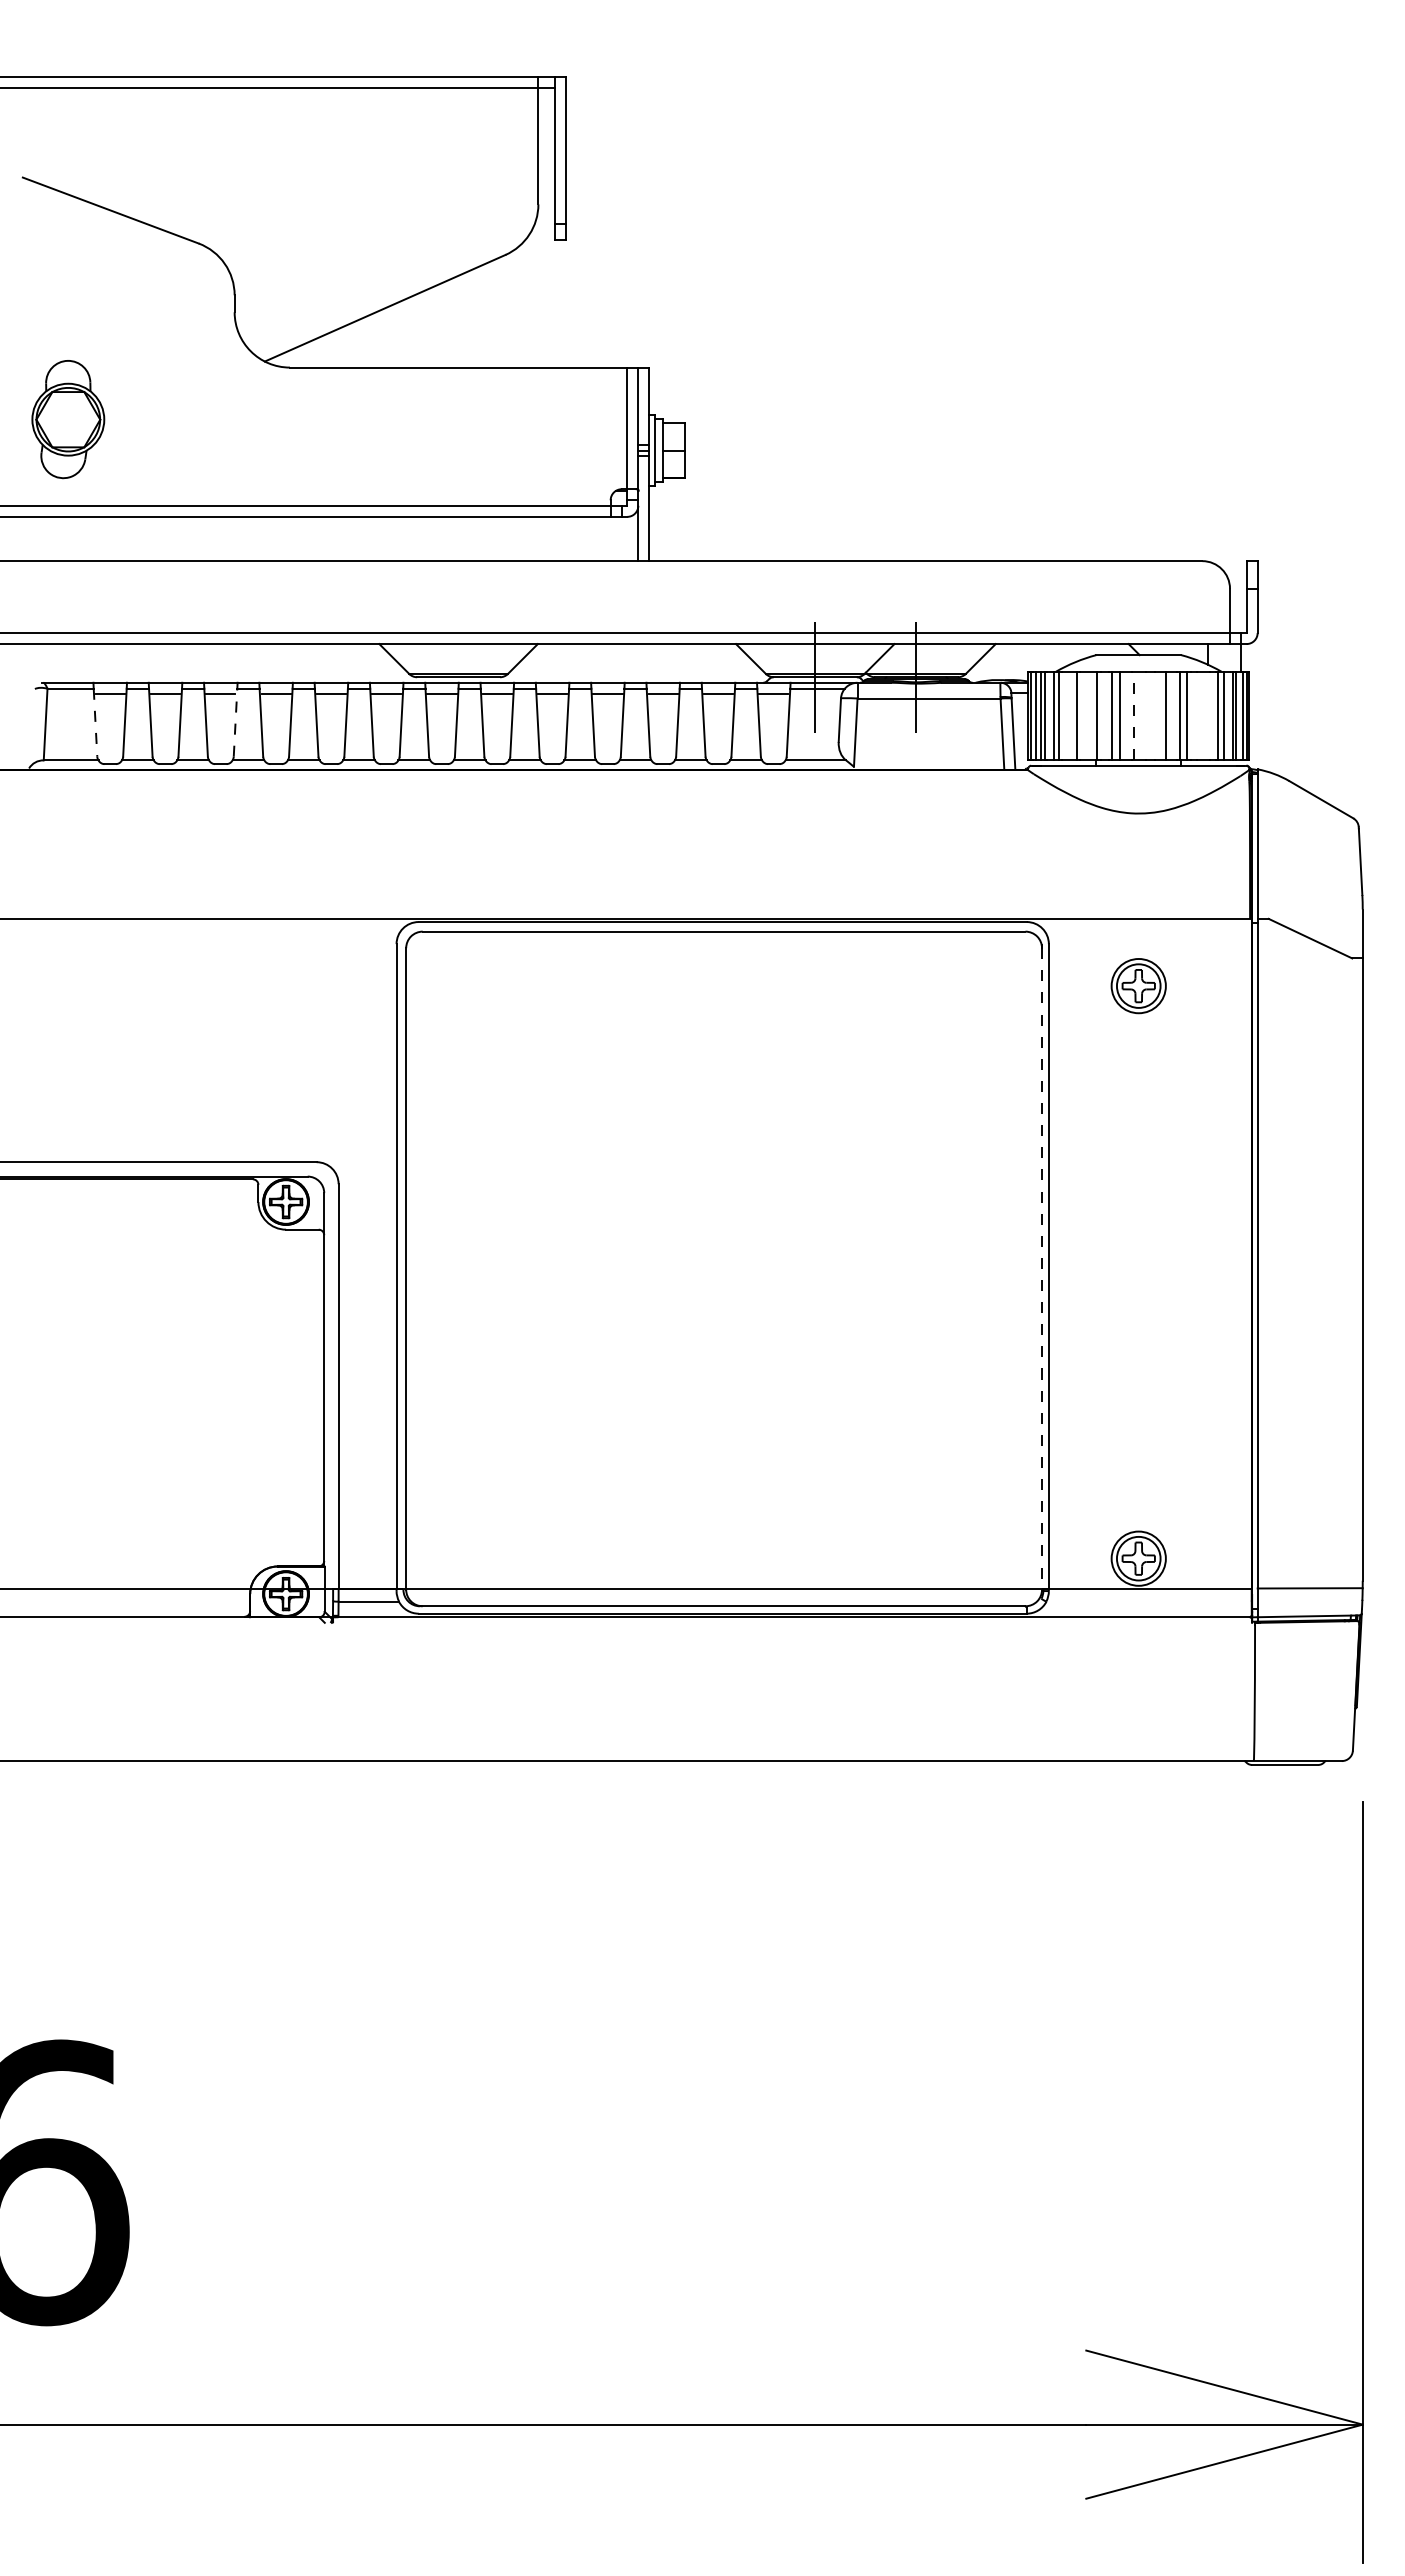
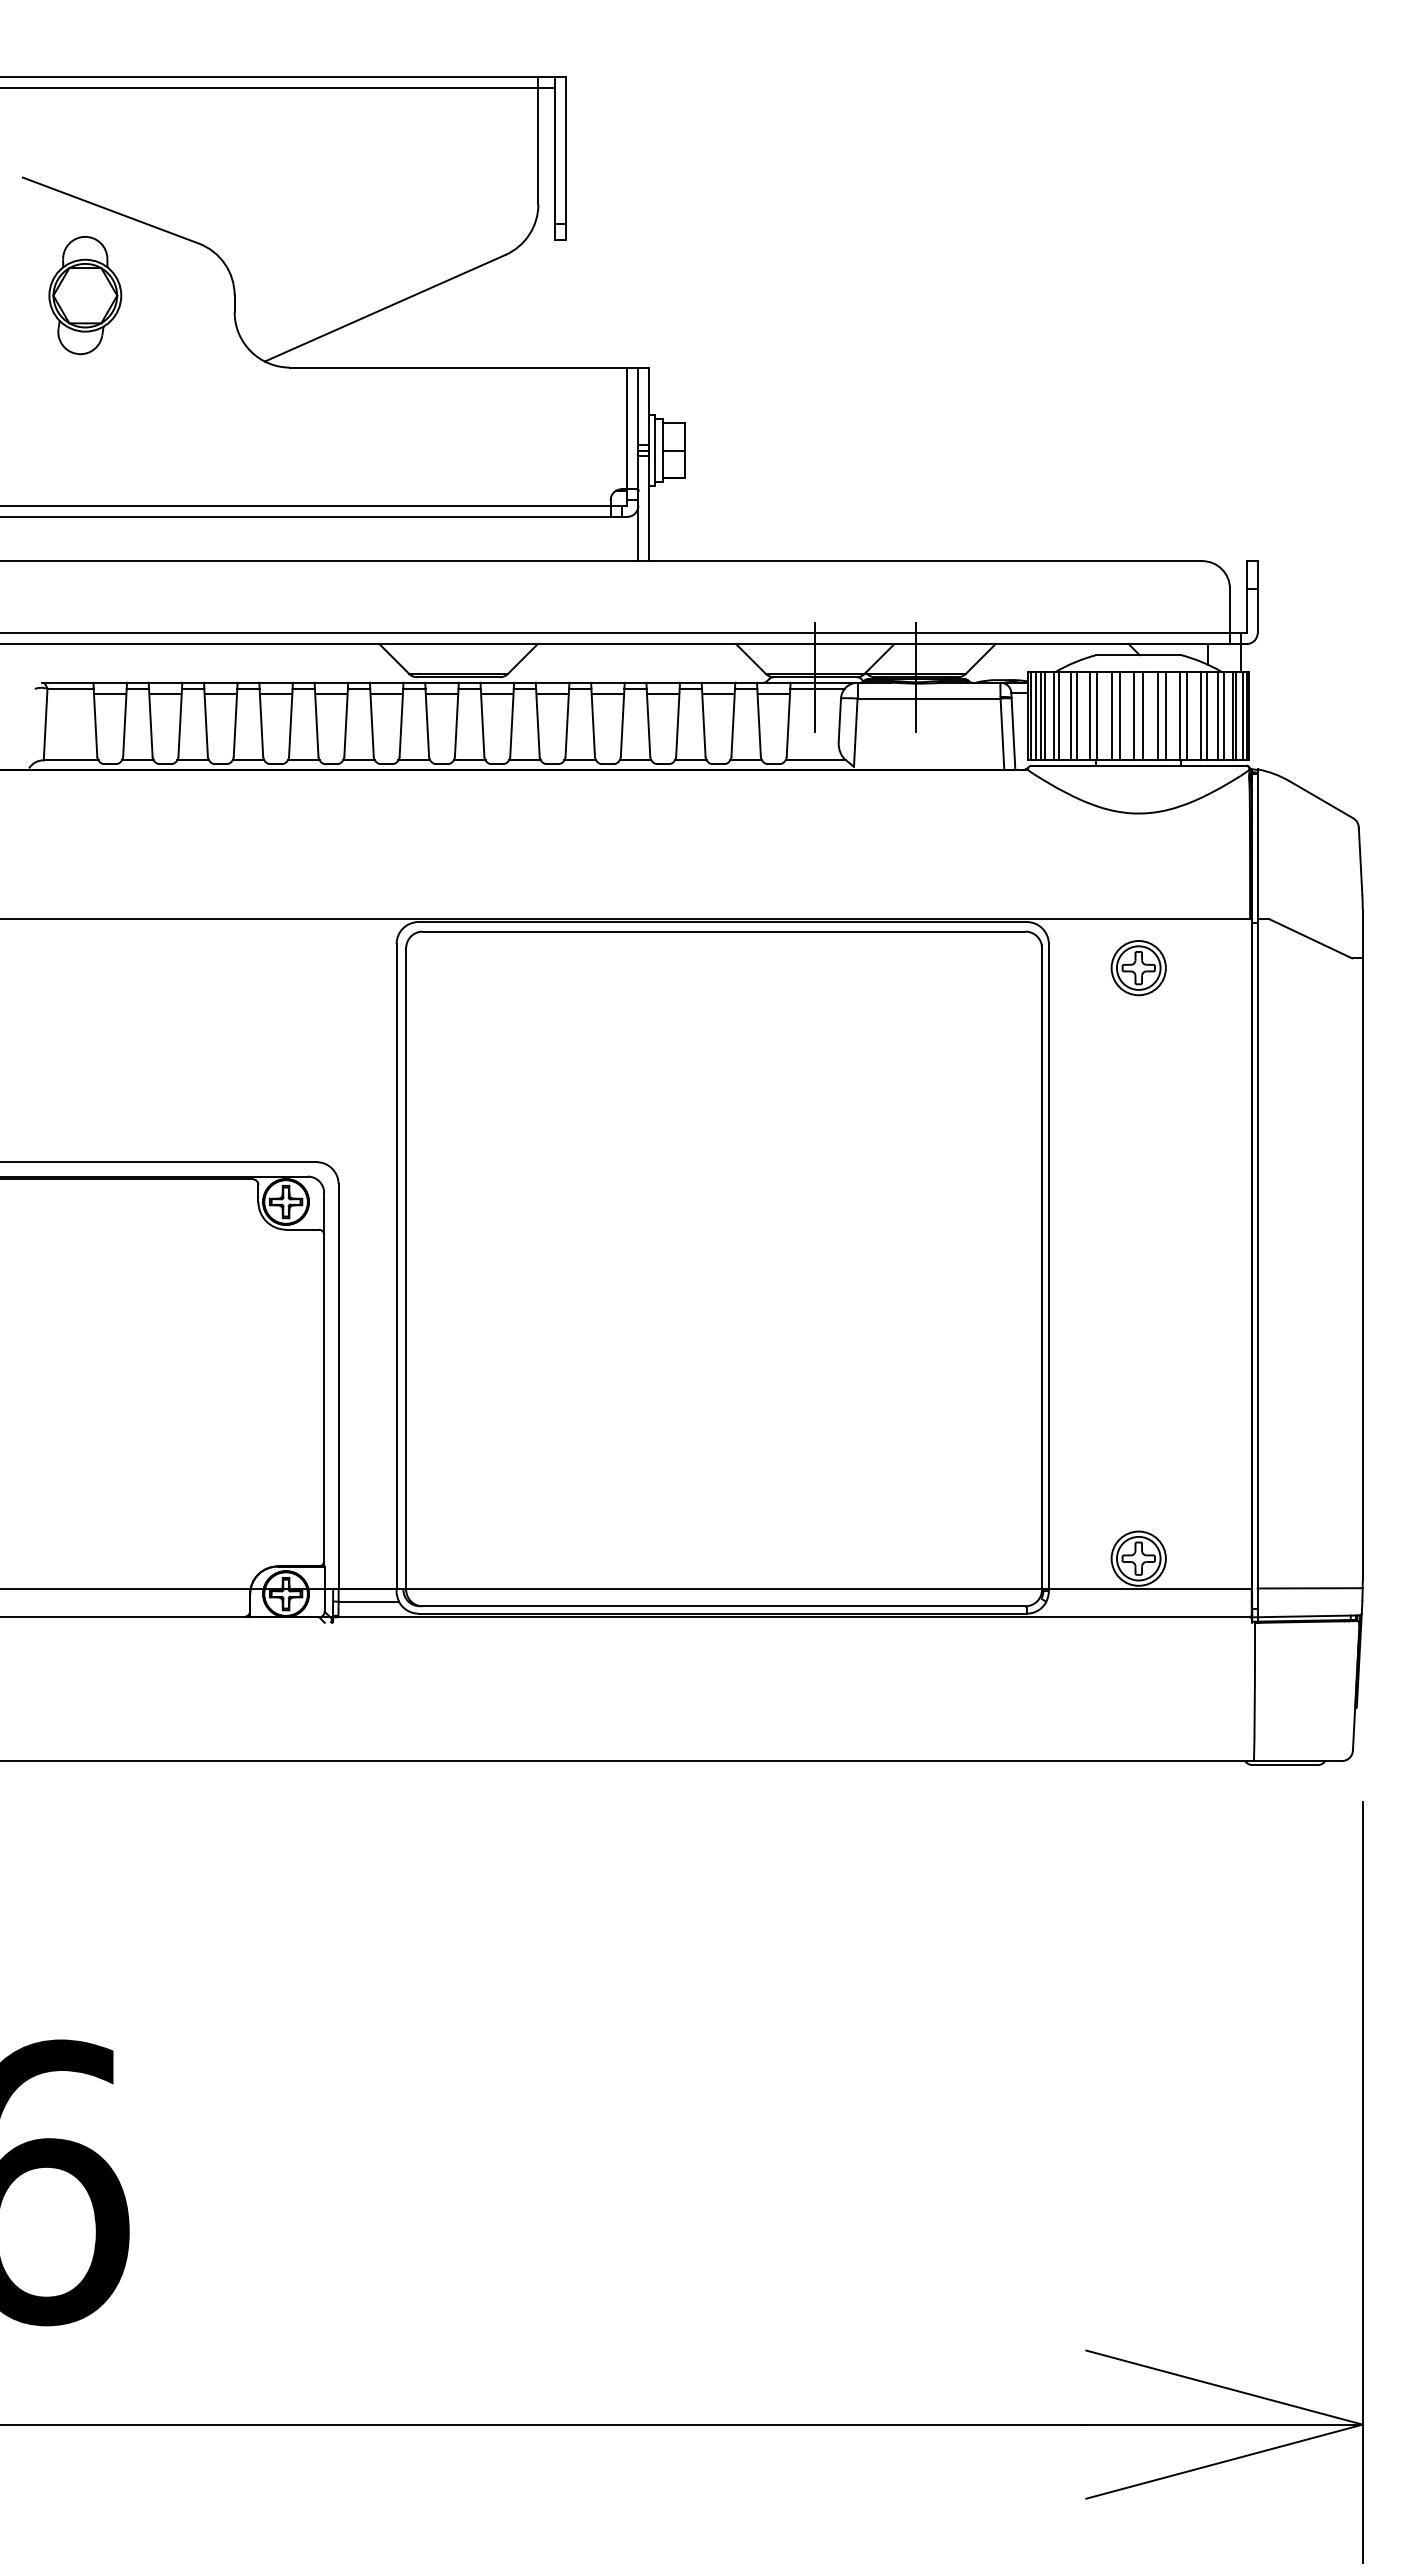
part at (68, 419) position: (68, 419) -> (85, 295)
line at (1070, 715): none -> present
line at (1090, 715): none -> present
line at (1134, 715): dashed -> solid
line at (1142, 715): none -> present
line at (1157, 715): none -> present
line at (1200, 715): none -> present
line at (1206, 715): none -> present
line at (235, 722): dashed -> solid
line at (95, 723): dashed -> solid
part at (1138, 986) position: (1138, 986) -> (1138, 968)
line at (1042, 1268): dashed -> solid
